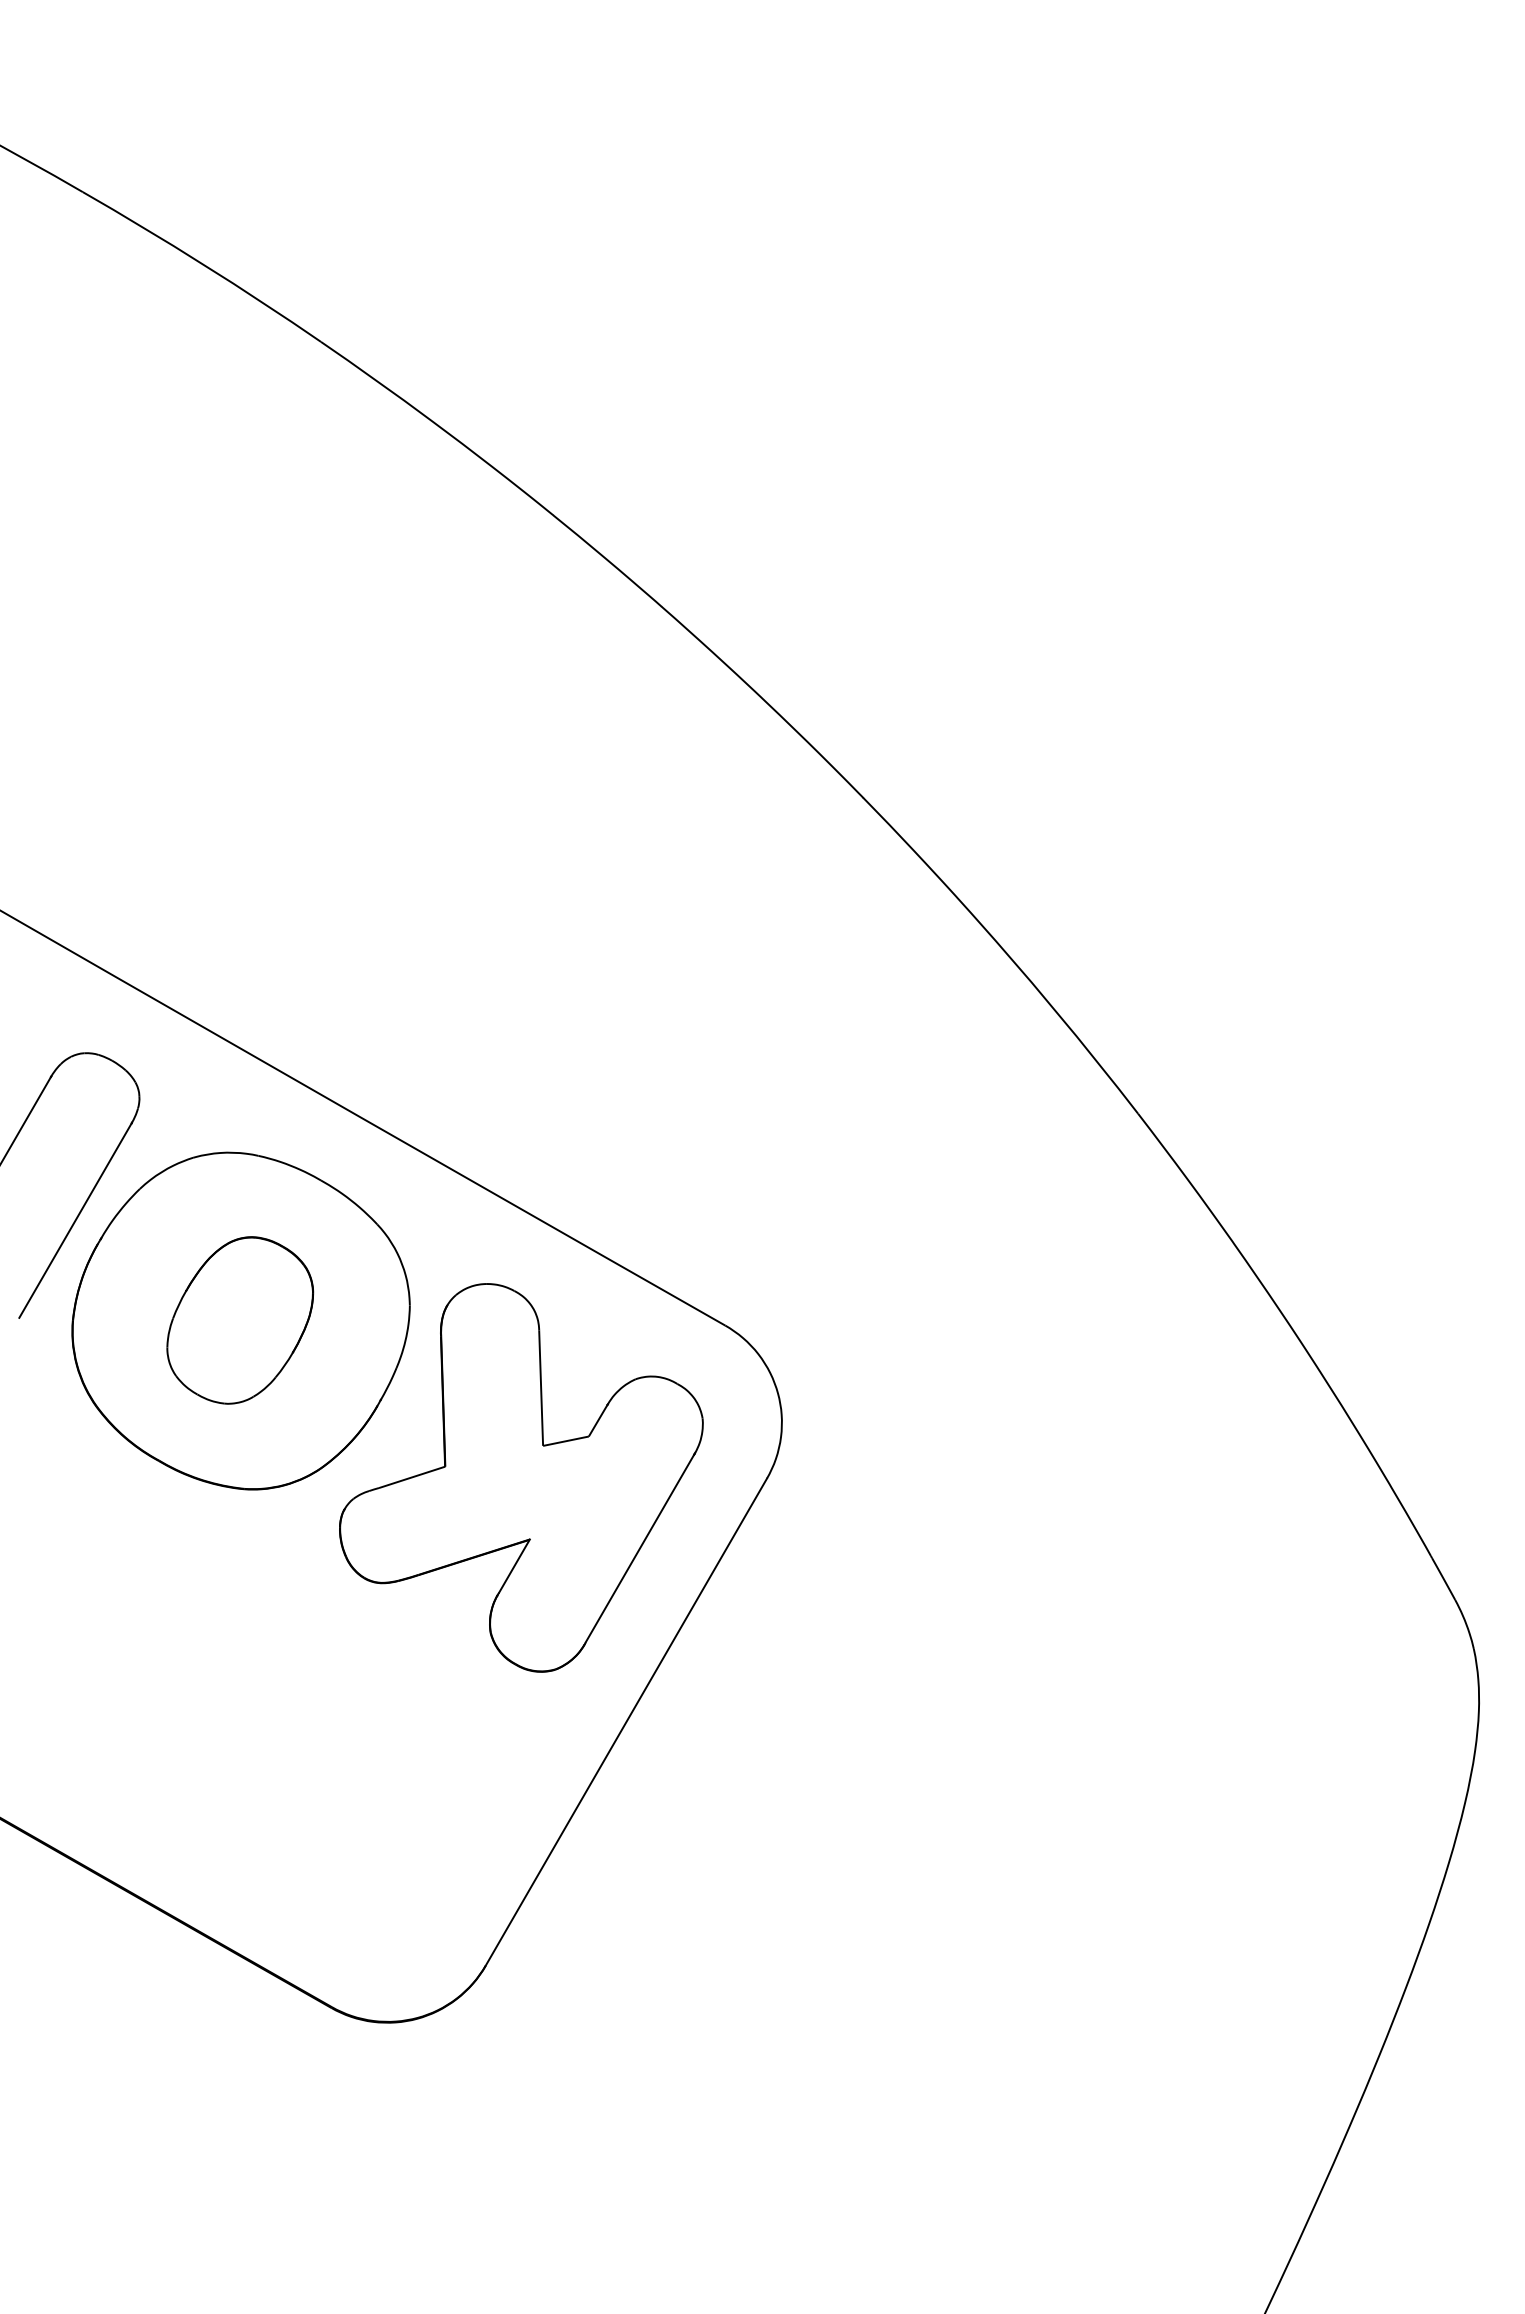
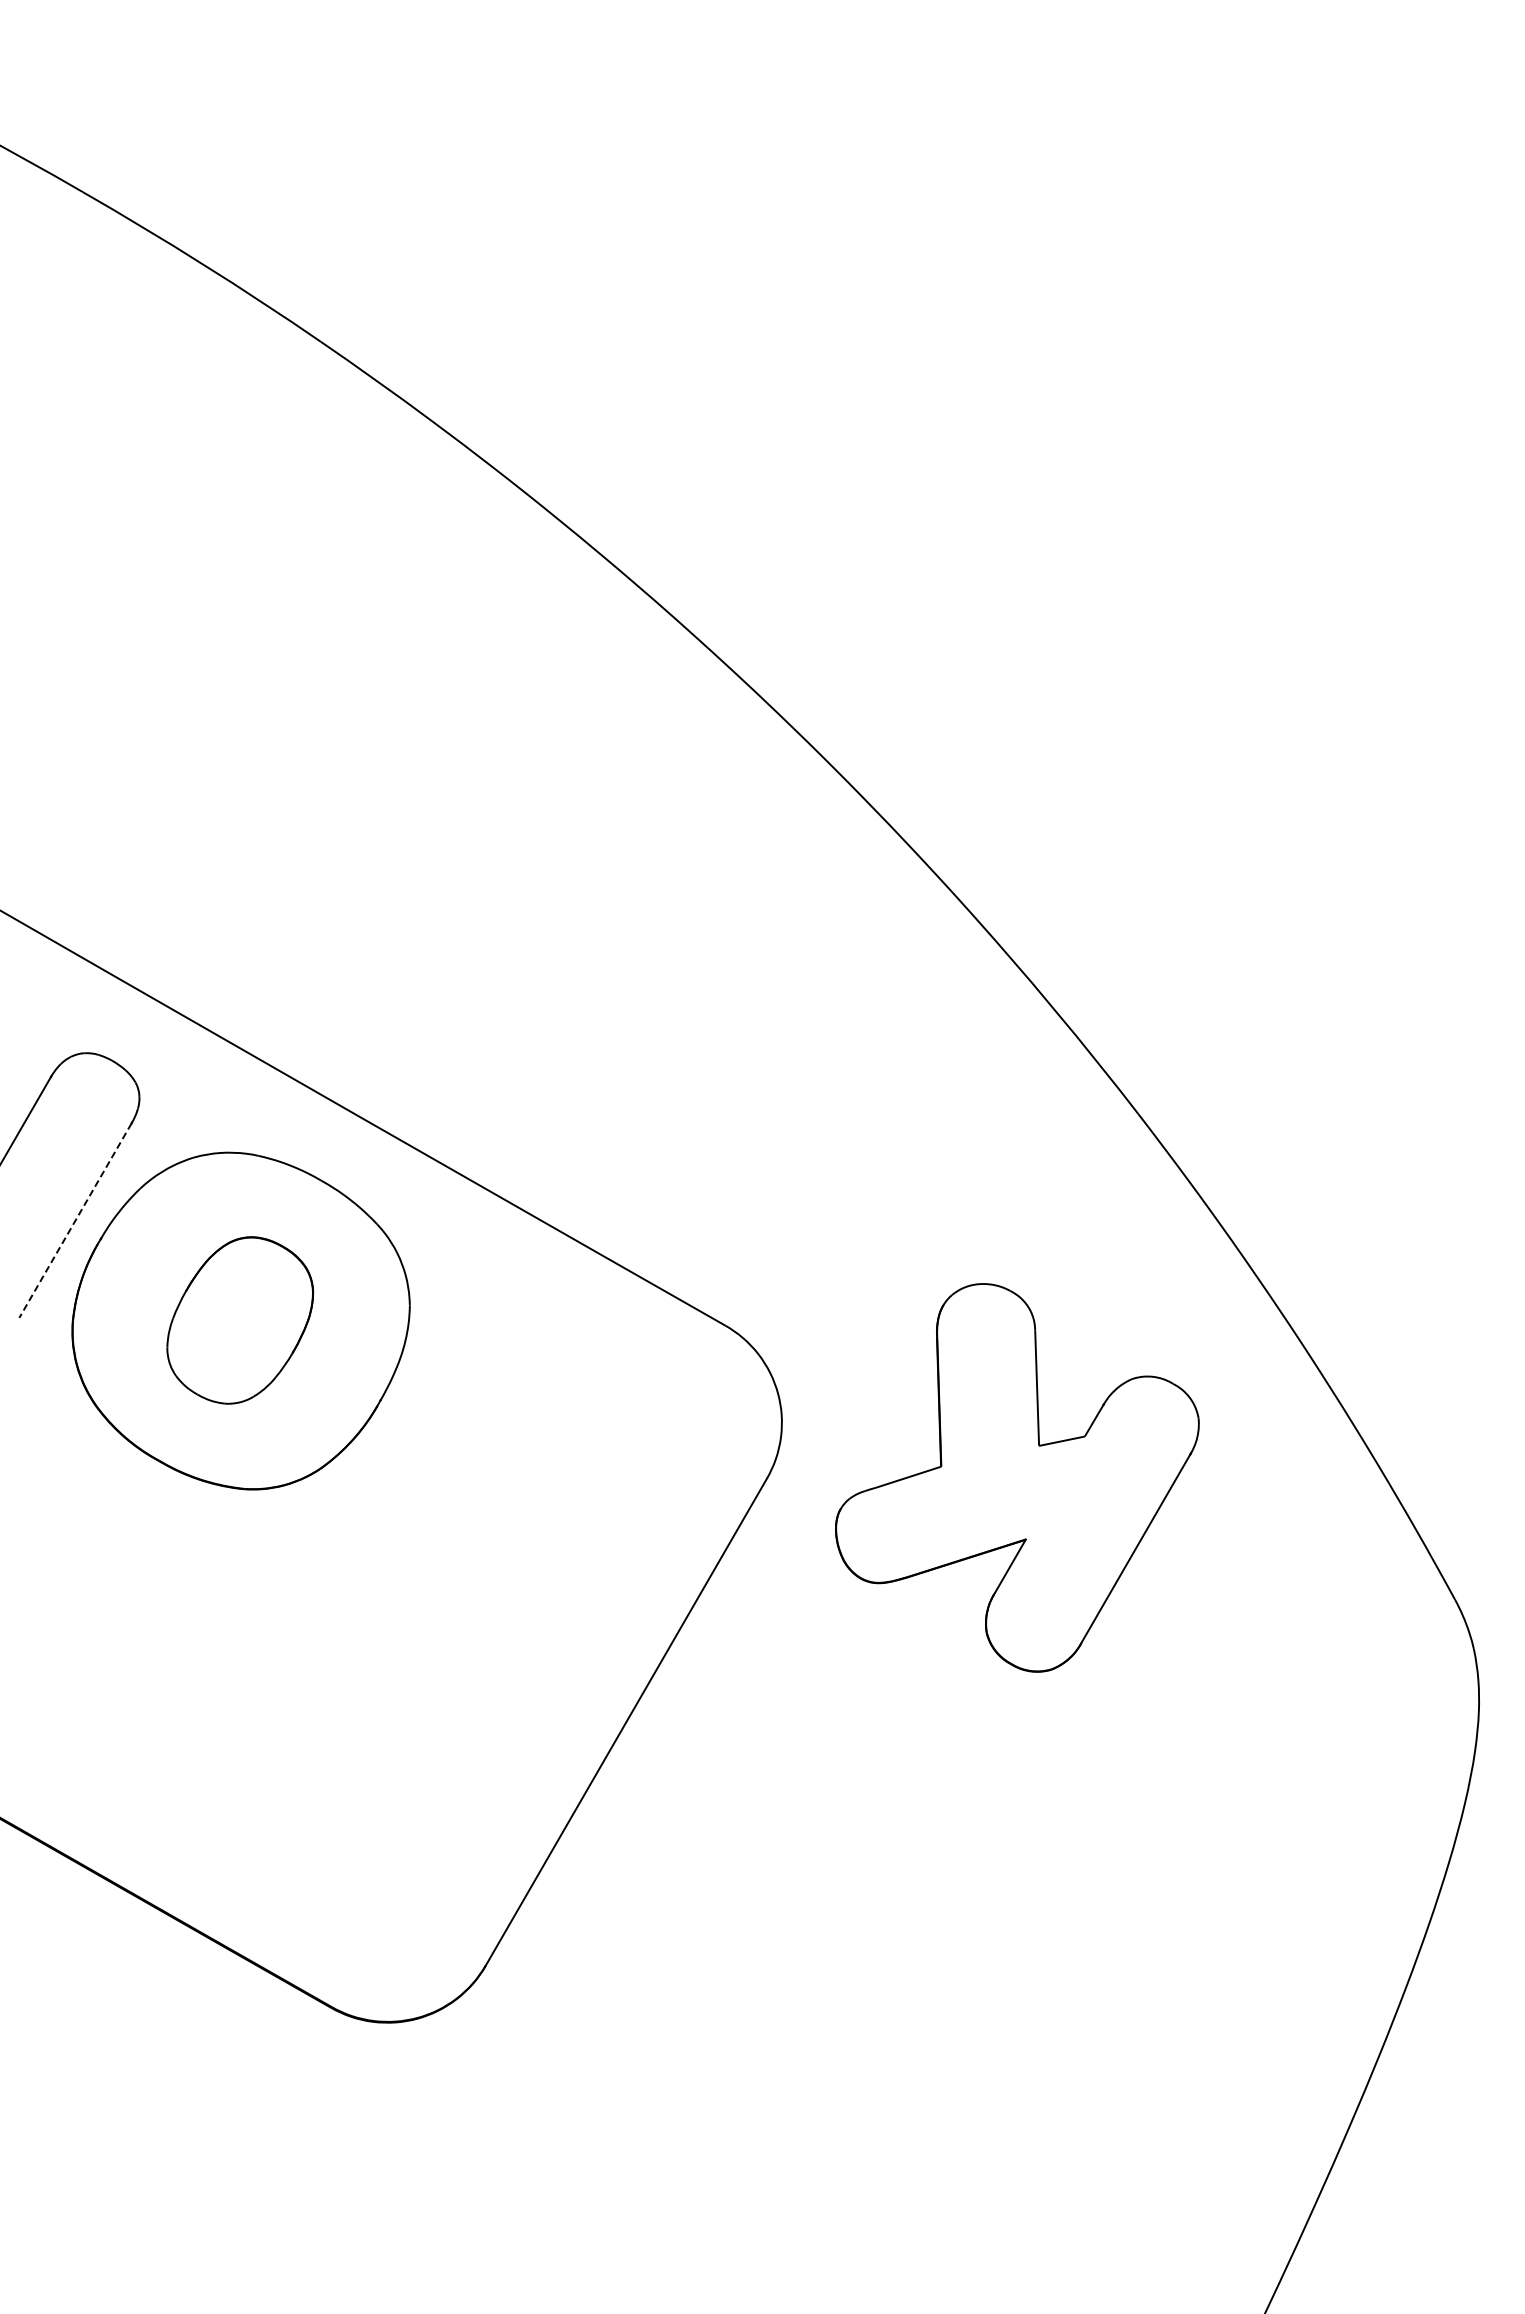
line at (75, 1221): solid -> dashed
part at (521, 1477) position: (521, 1477) -> (1017, 1477)
